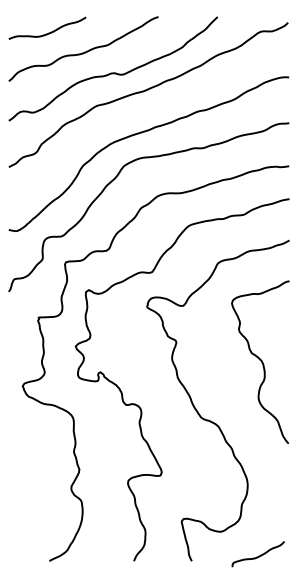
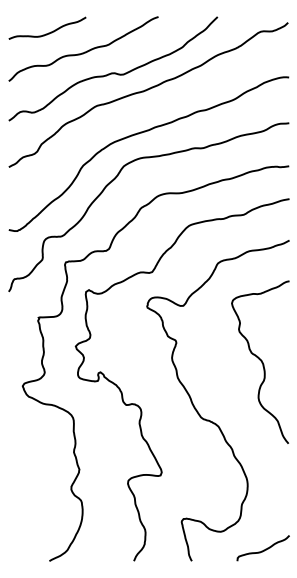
curve at (258, 555) position: (258, 555) -> (263, 549)
